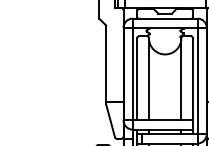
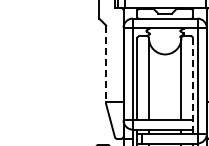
line at (106, 65): solid -> dashed
line at (192, 86): solid -> dashed
